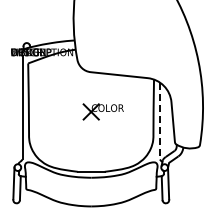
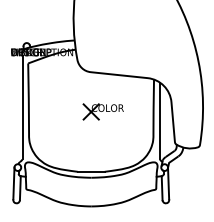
line at (159, 121): dashed -> solid
